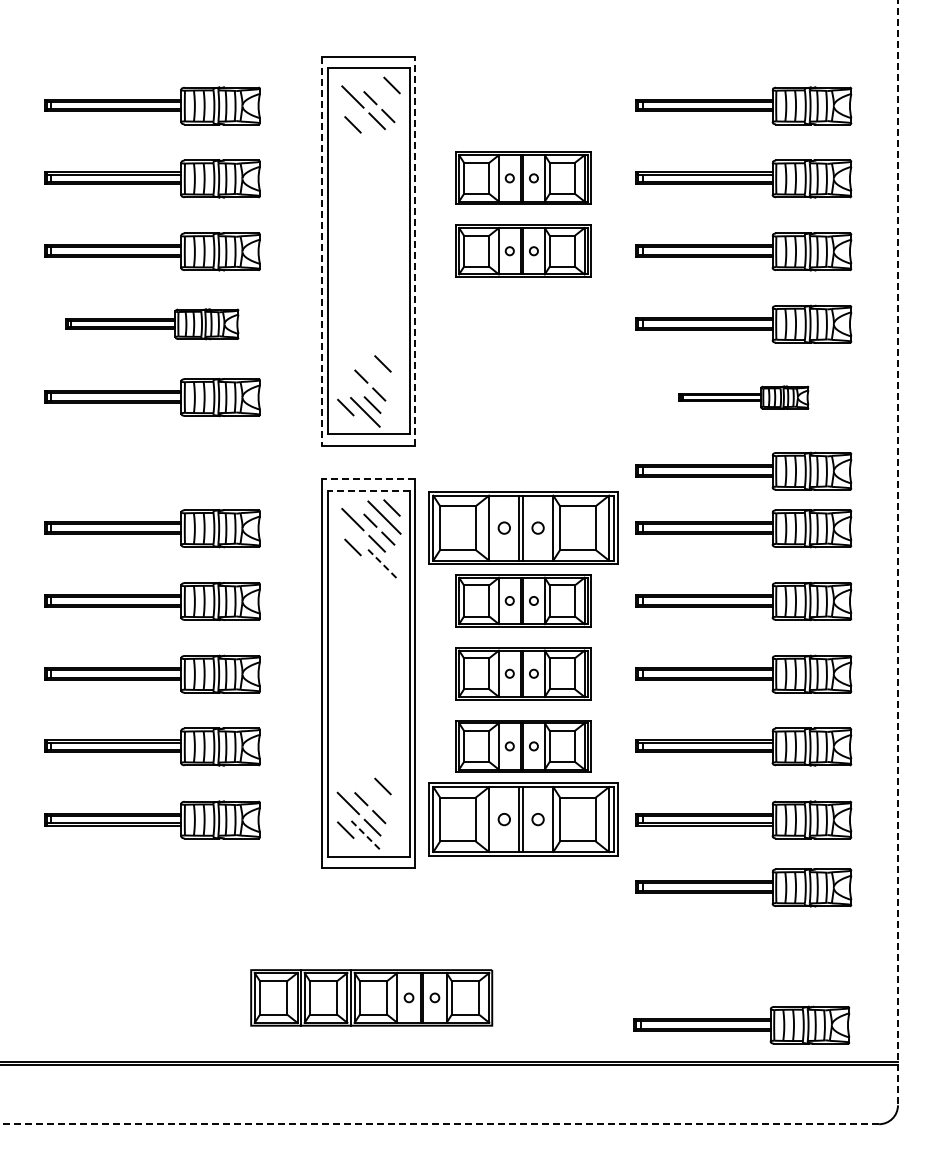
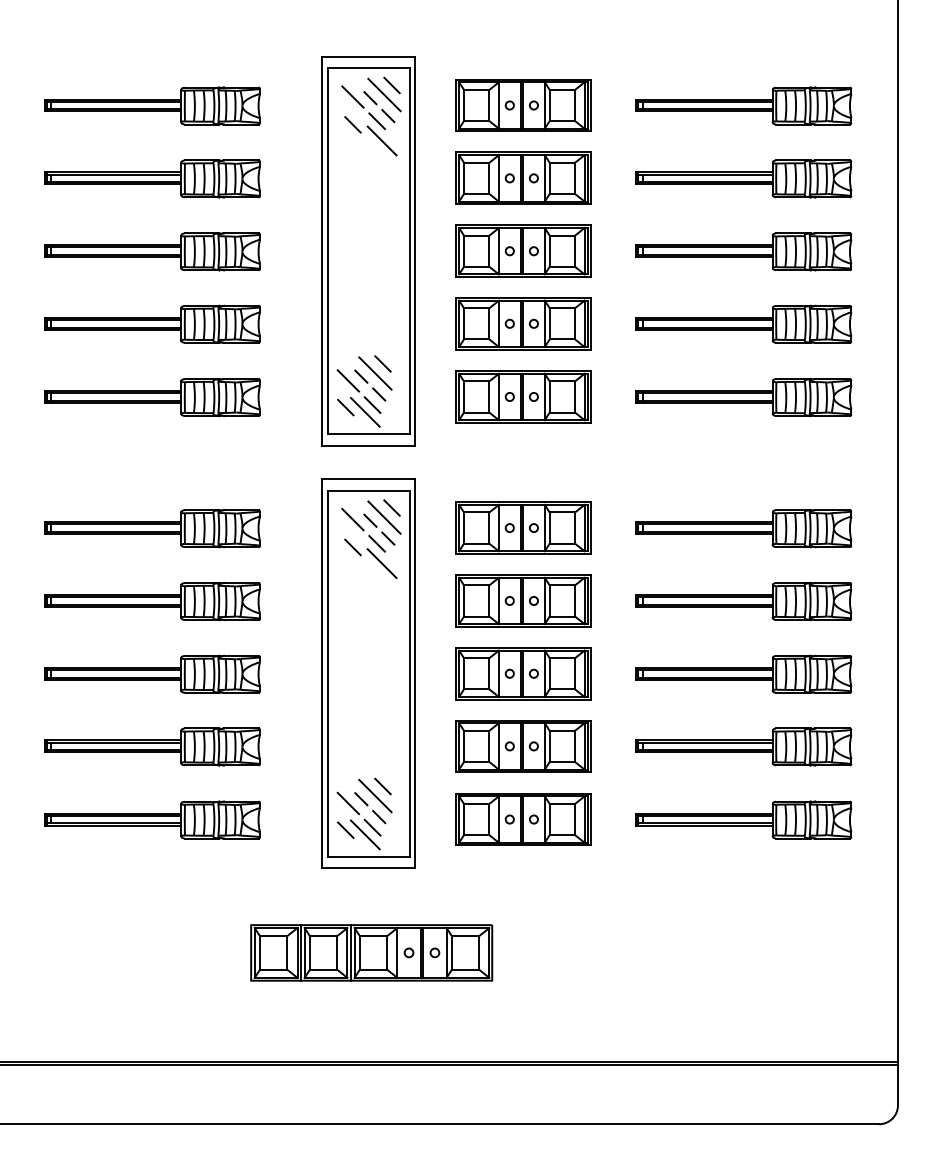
line at (384, 94): none -> present
part at (523, 105): none -> present
line at (381, 140): none -> present
line at (415, 250): dashed -> solid
line at (321, 251): dashed -> solid
part at (523, 323): none -> present
part at (152, 324) size: 175x33 px -> 217x40 px
line at (375, 373): none -> present
line at (348, 380): none -> present
part at (523, 396): none -> present
part at (743, 397) size: 132x25 px -> 218x40 px
part at (743, 470): present -> none
line at (368, 479): dashed -> solid
line at (368, 490): dashed -> solid
part at (523, 527) size: 191x74 px -> 137x54 px
line at (897, 553): dashed -> solid
line at (381, 563): dashed -> solid
line at (375, 795): none -> present
part at (523, 819) size: 191x75 px -> 137x53 px
line at (365, 834): dashed -> solid
part at (743, 887): present -> none
part at (371, 997) position: (371, 997) -> (371, 952)
part at (741, 1024): present -> none
line at (439, 1124): dashed -> solid
